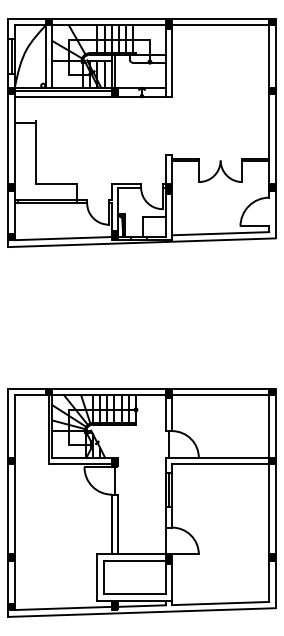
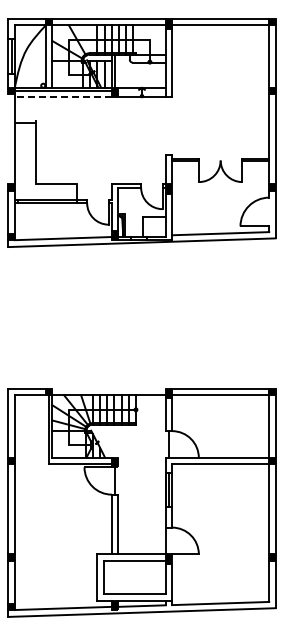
line at (63, 97): solid -> dashed
line at (8, 139): present -> none
line at (108, 388): present -> none
